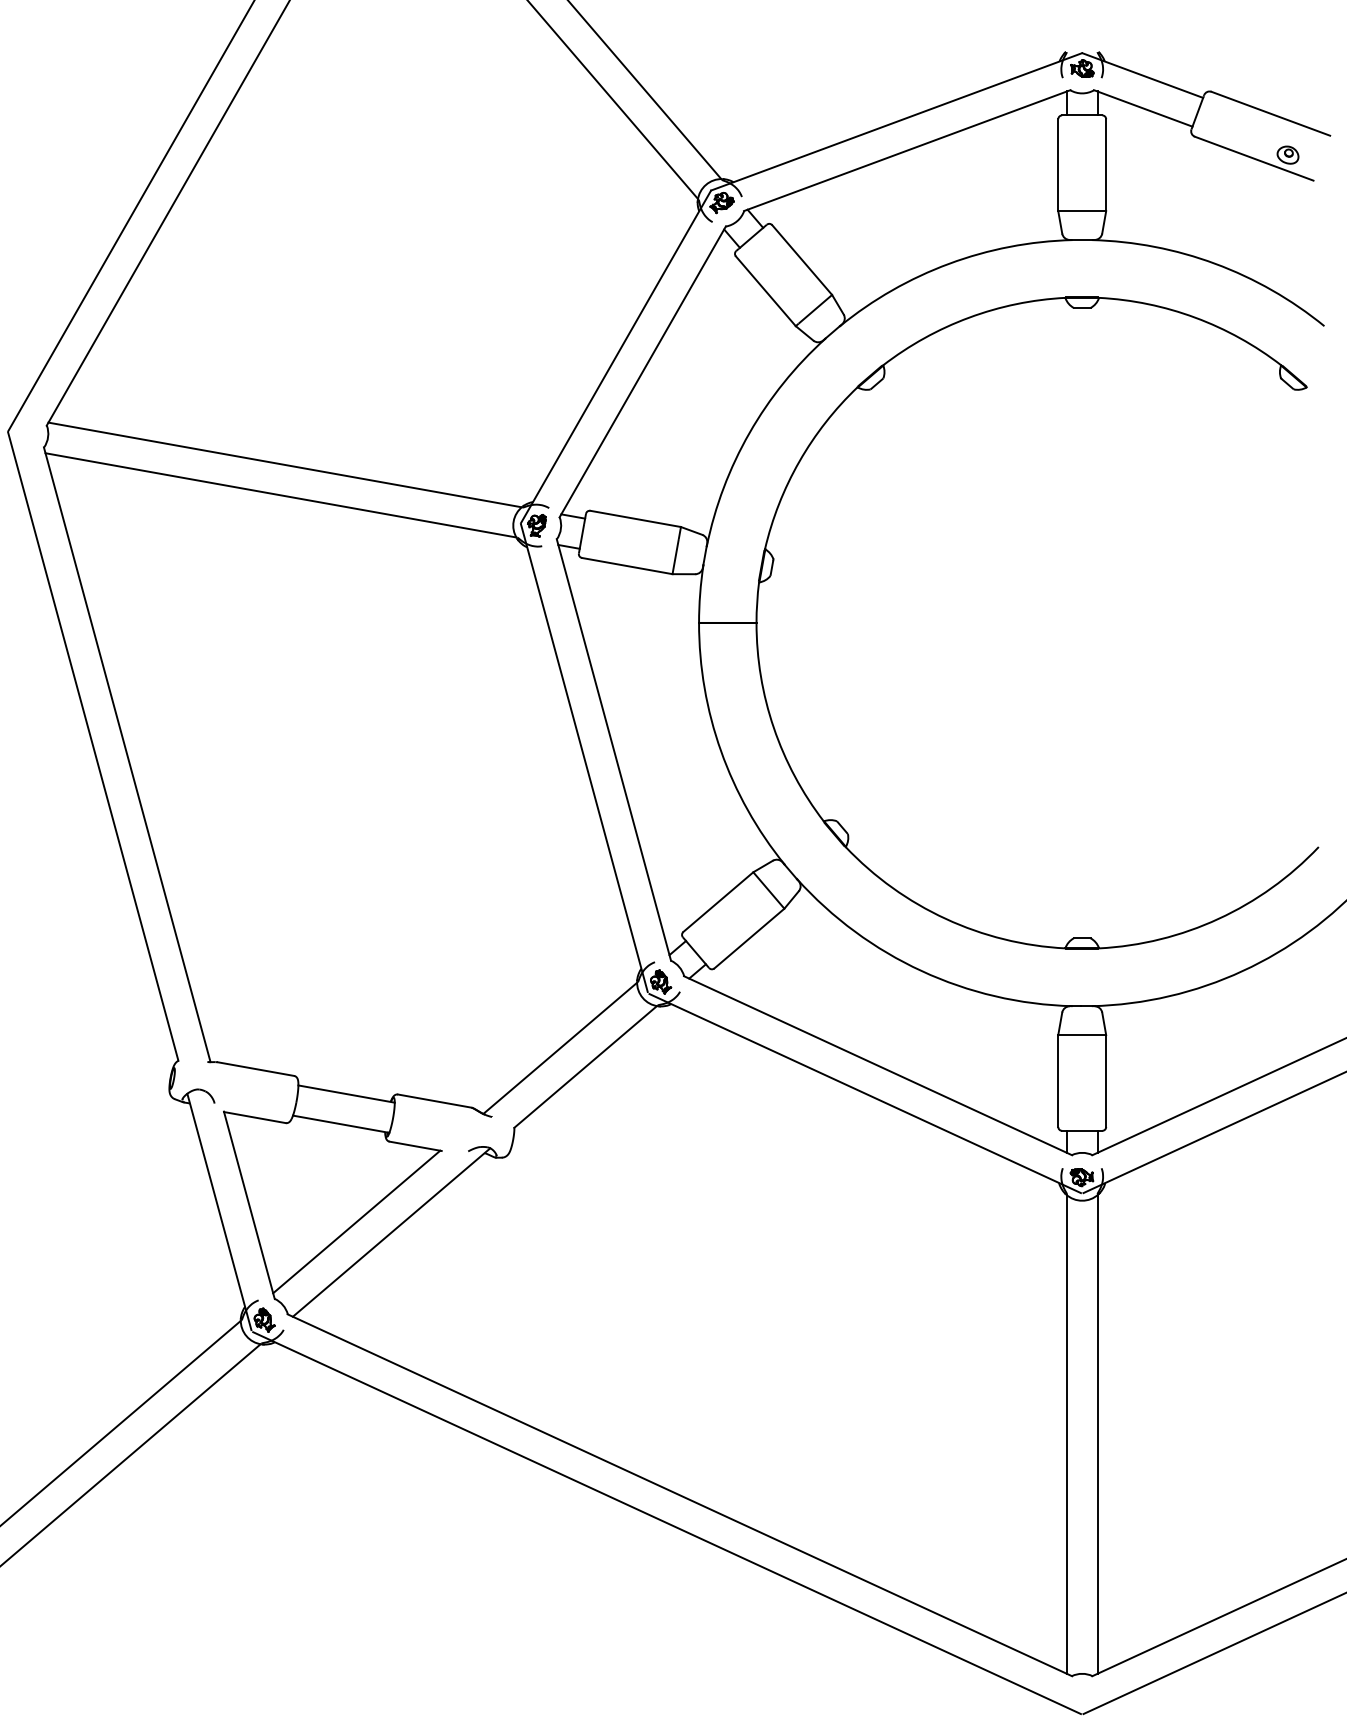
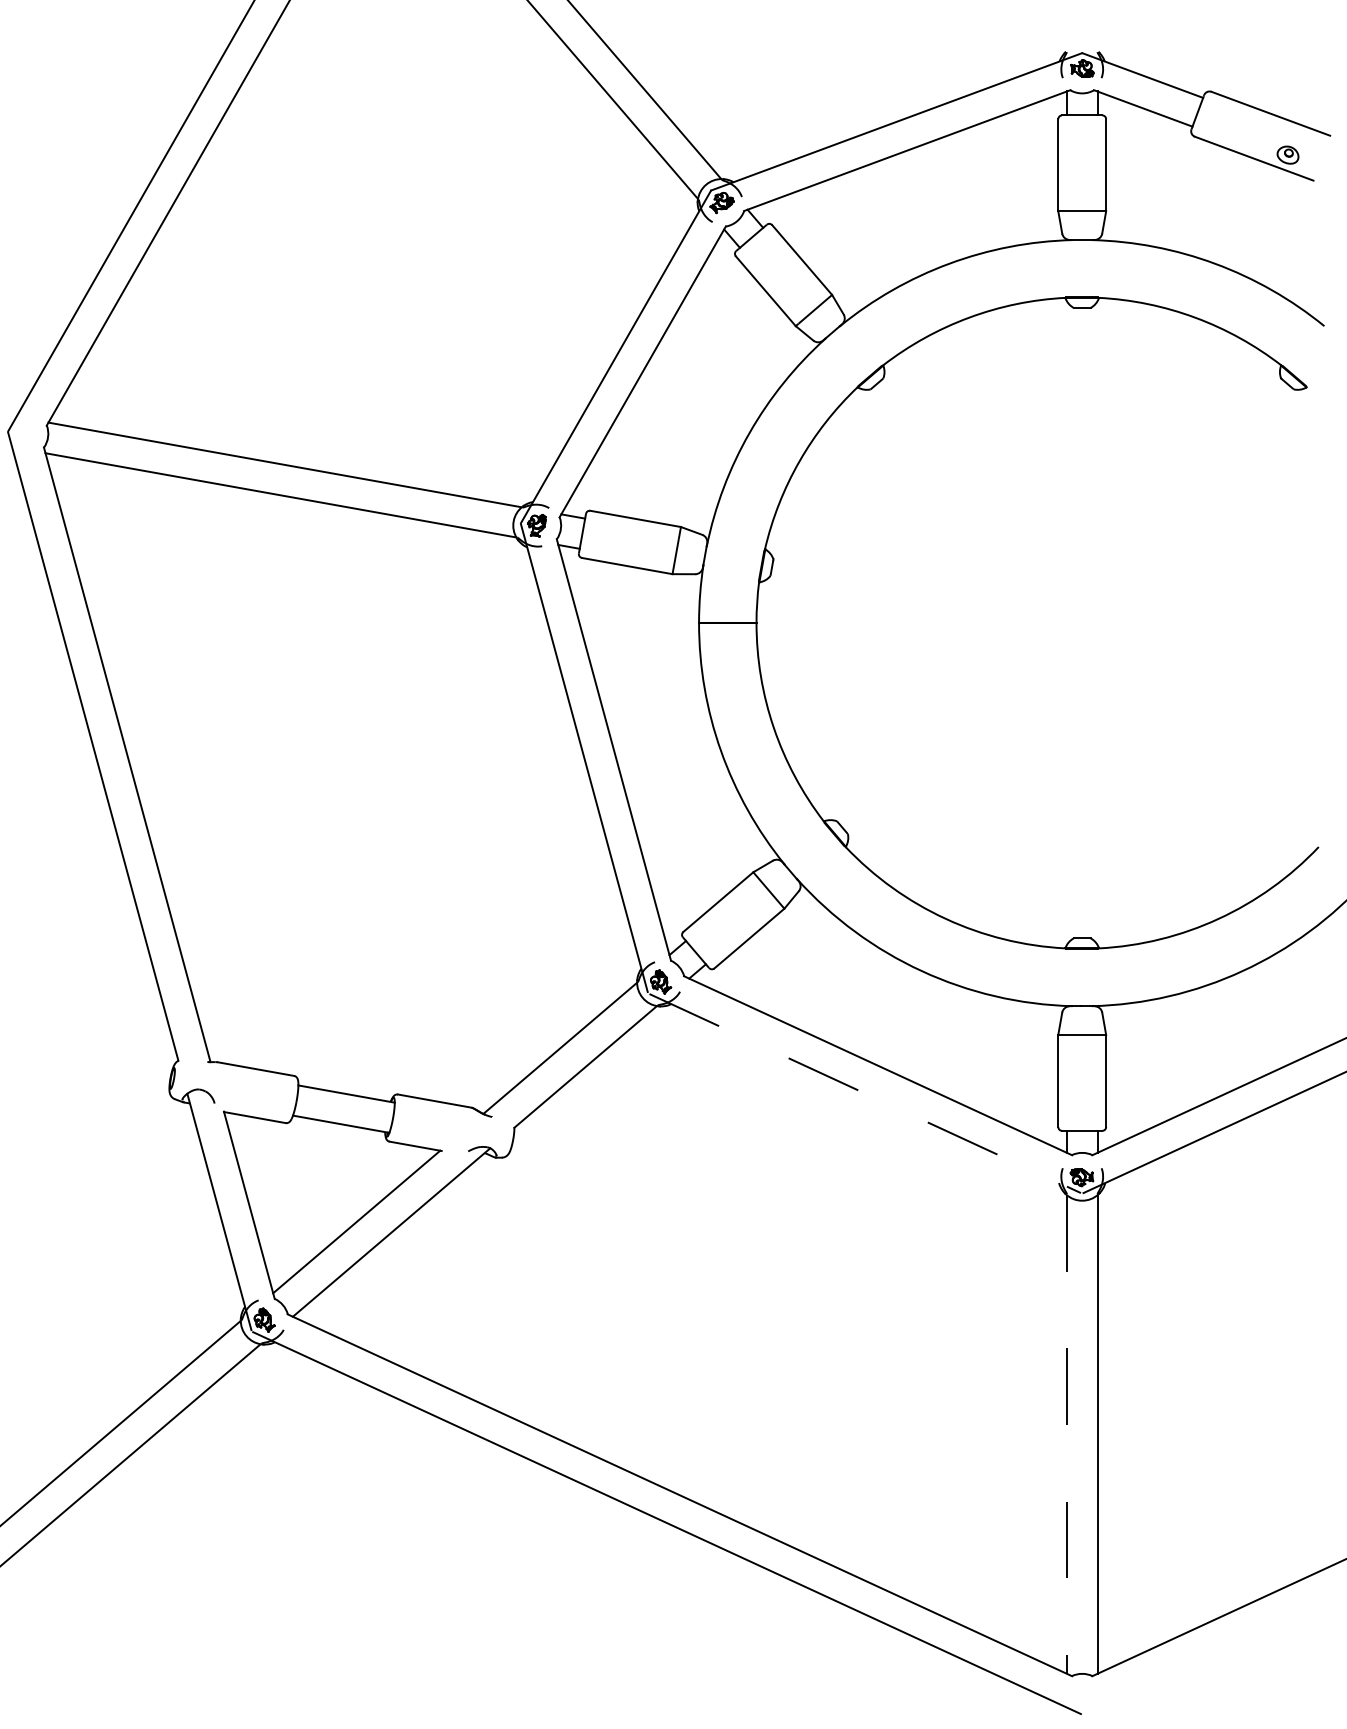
line at (865, 1093): solid -> dashed
line at (1066, 1435): solid -> dashed
line at (1213, 1654): present -> none
